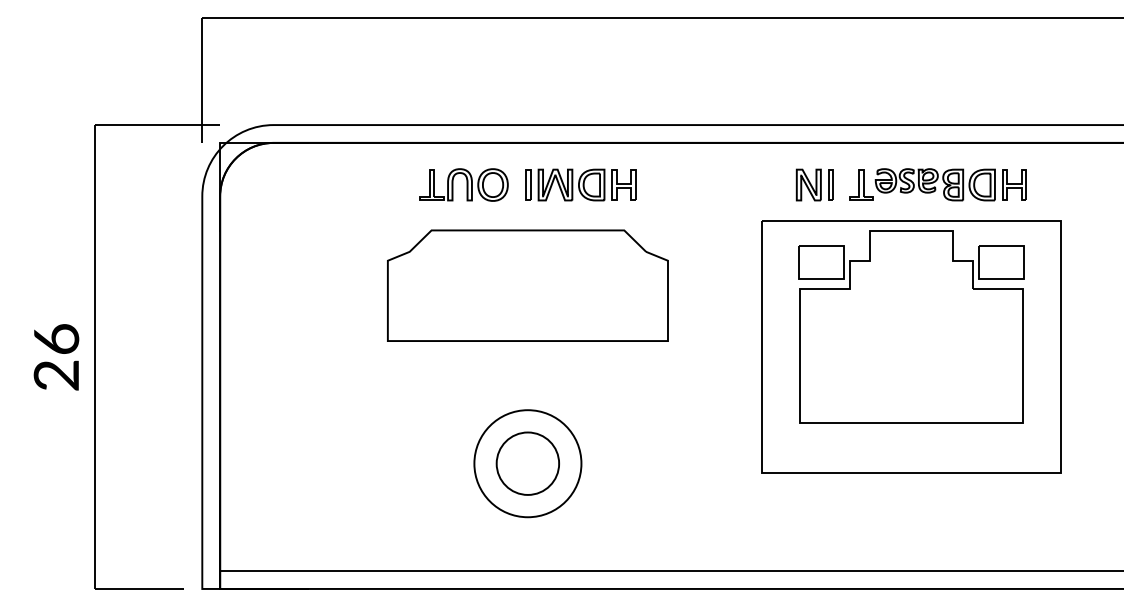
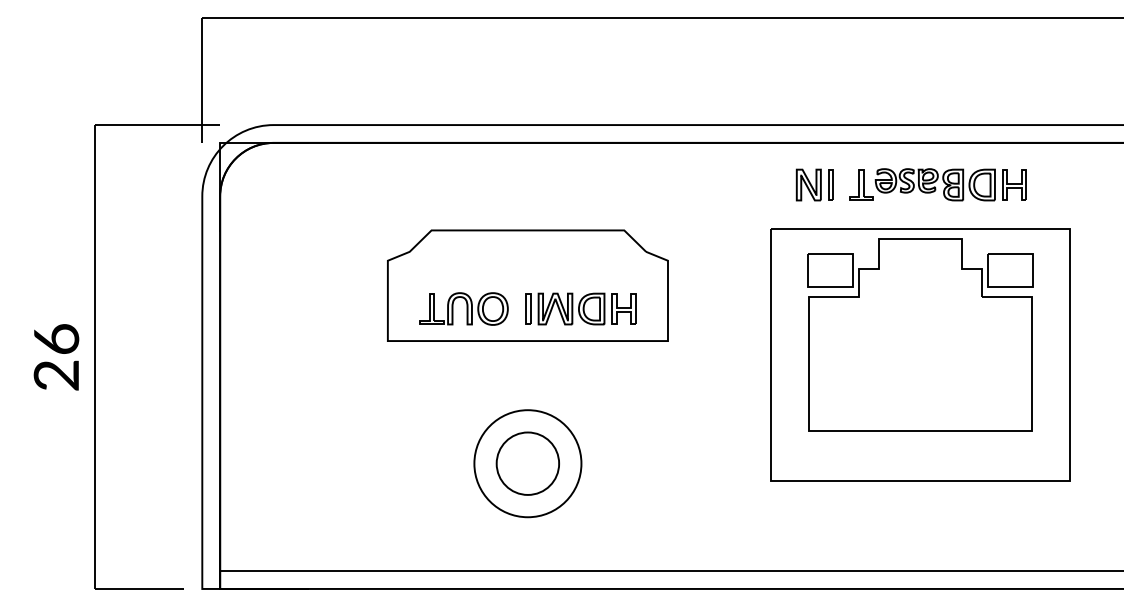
part at (527, 184) position: (527, 184) -> (527, 308)
part at (911, 346) position: (911, 346) -> (920, 354)
